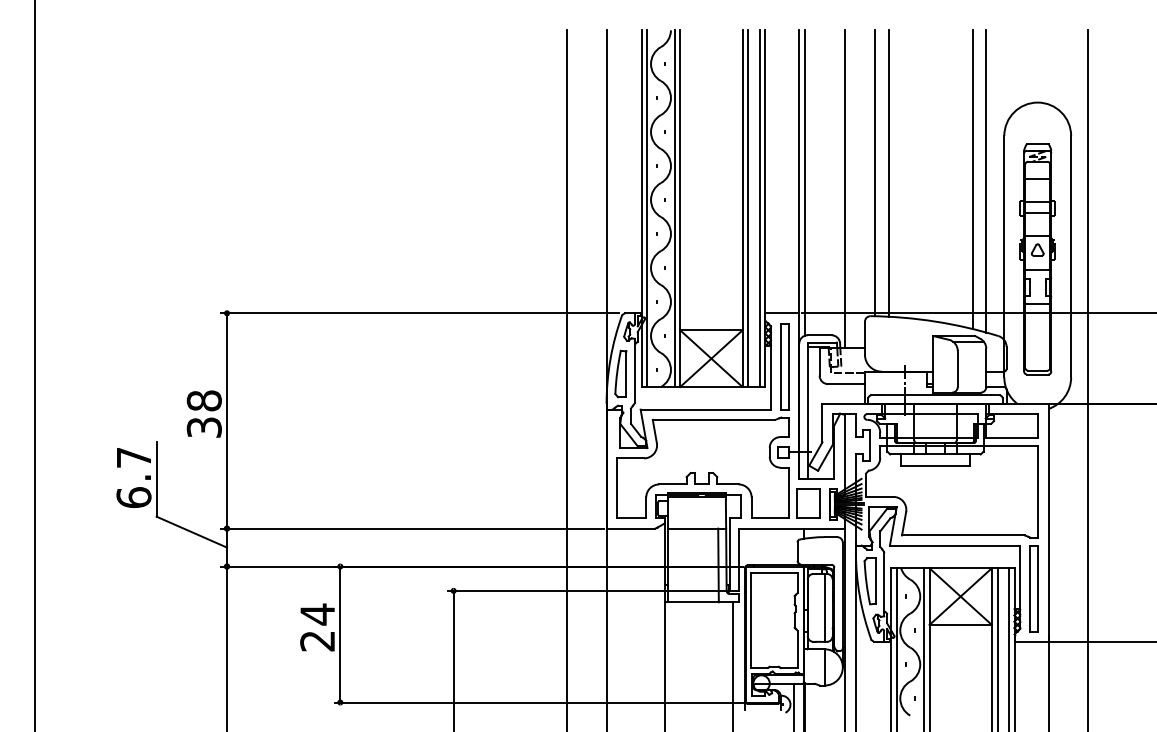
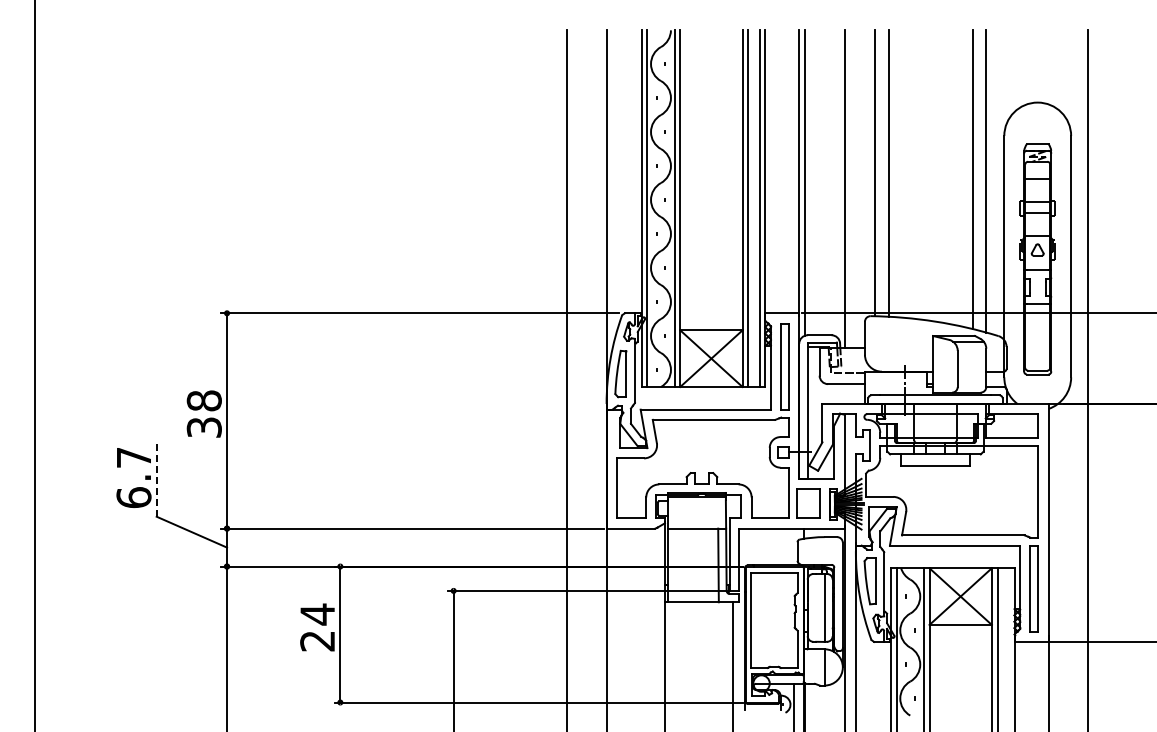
line at (156, 478): solid -> dashed
line at (1008, 648): present -> none
